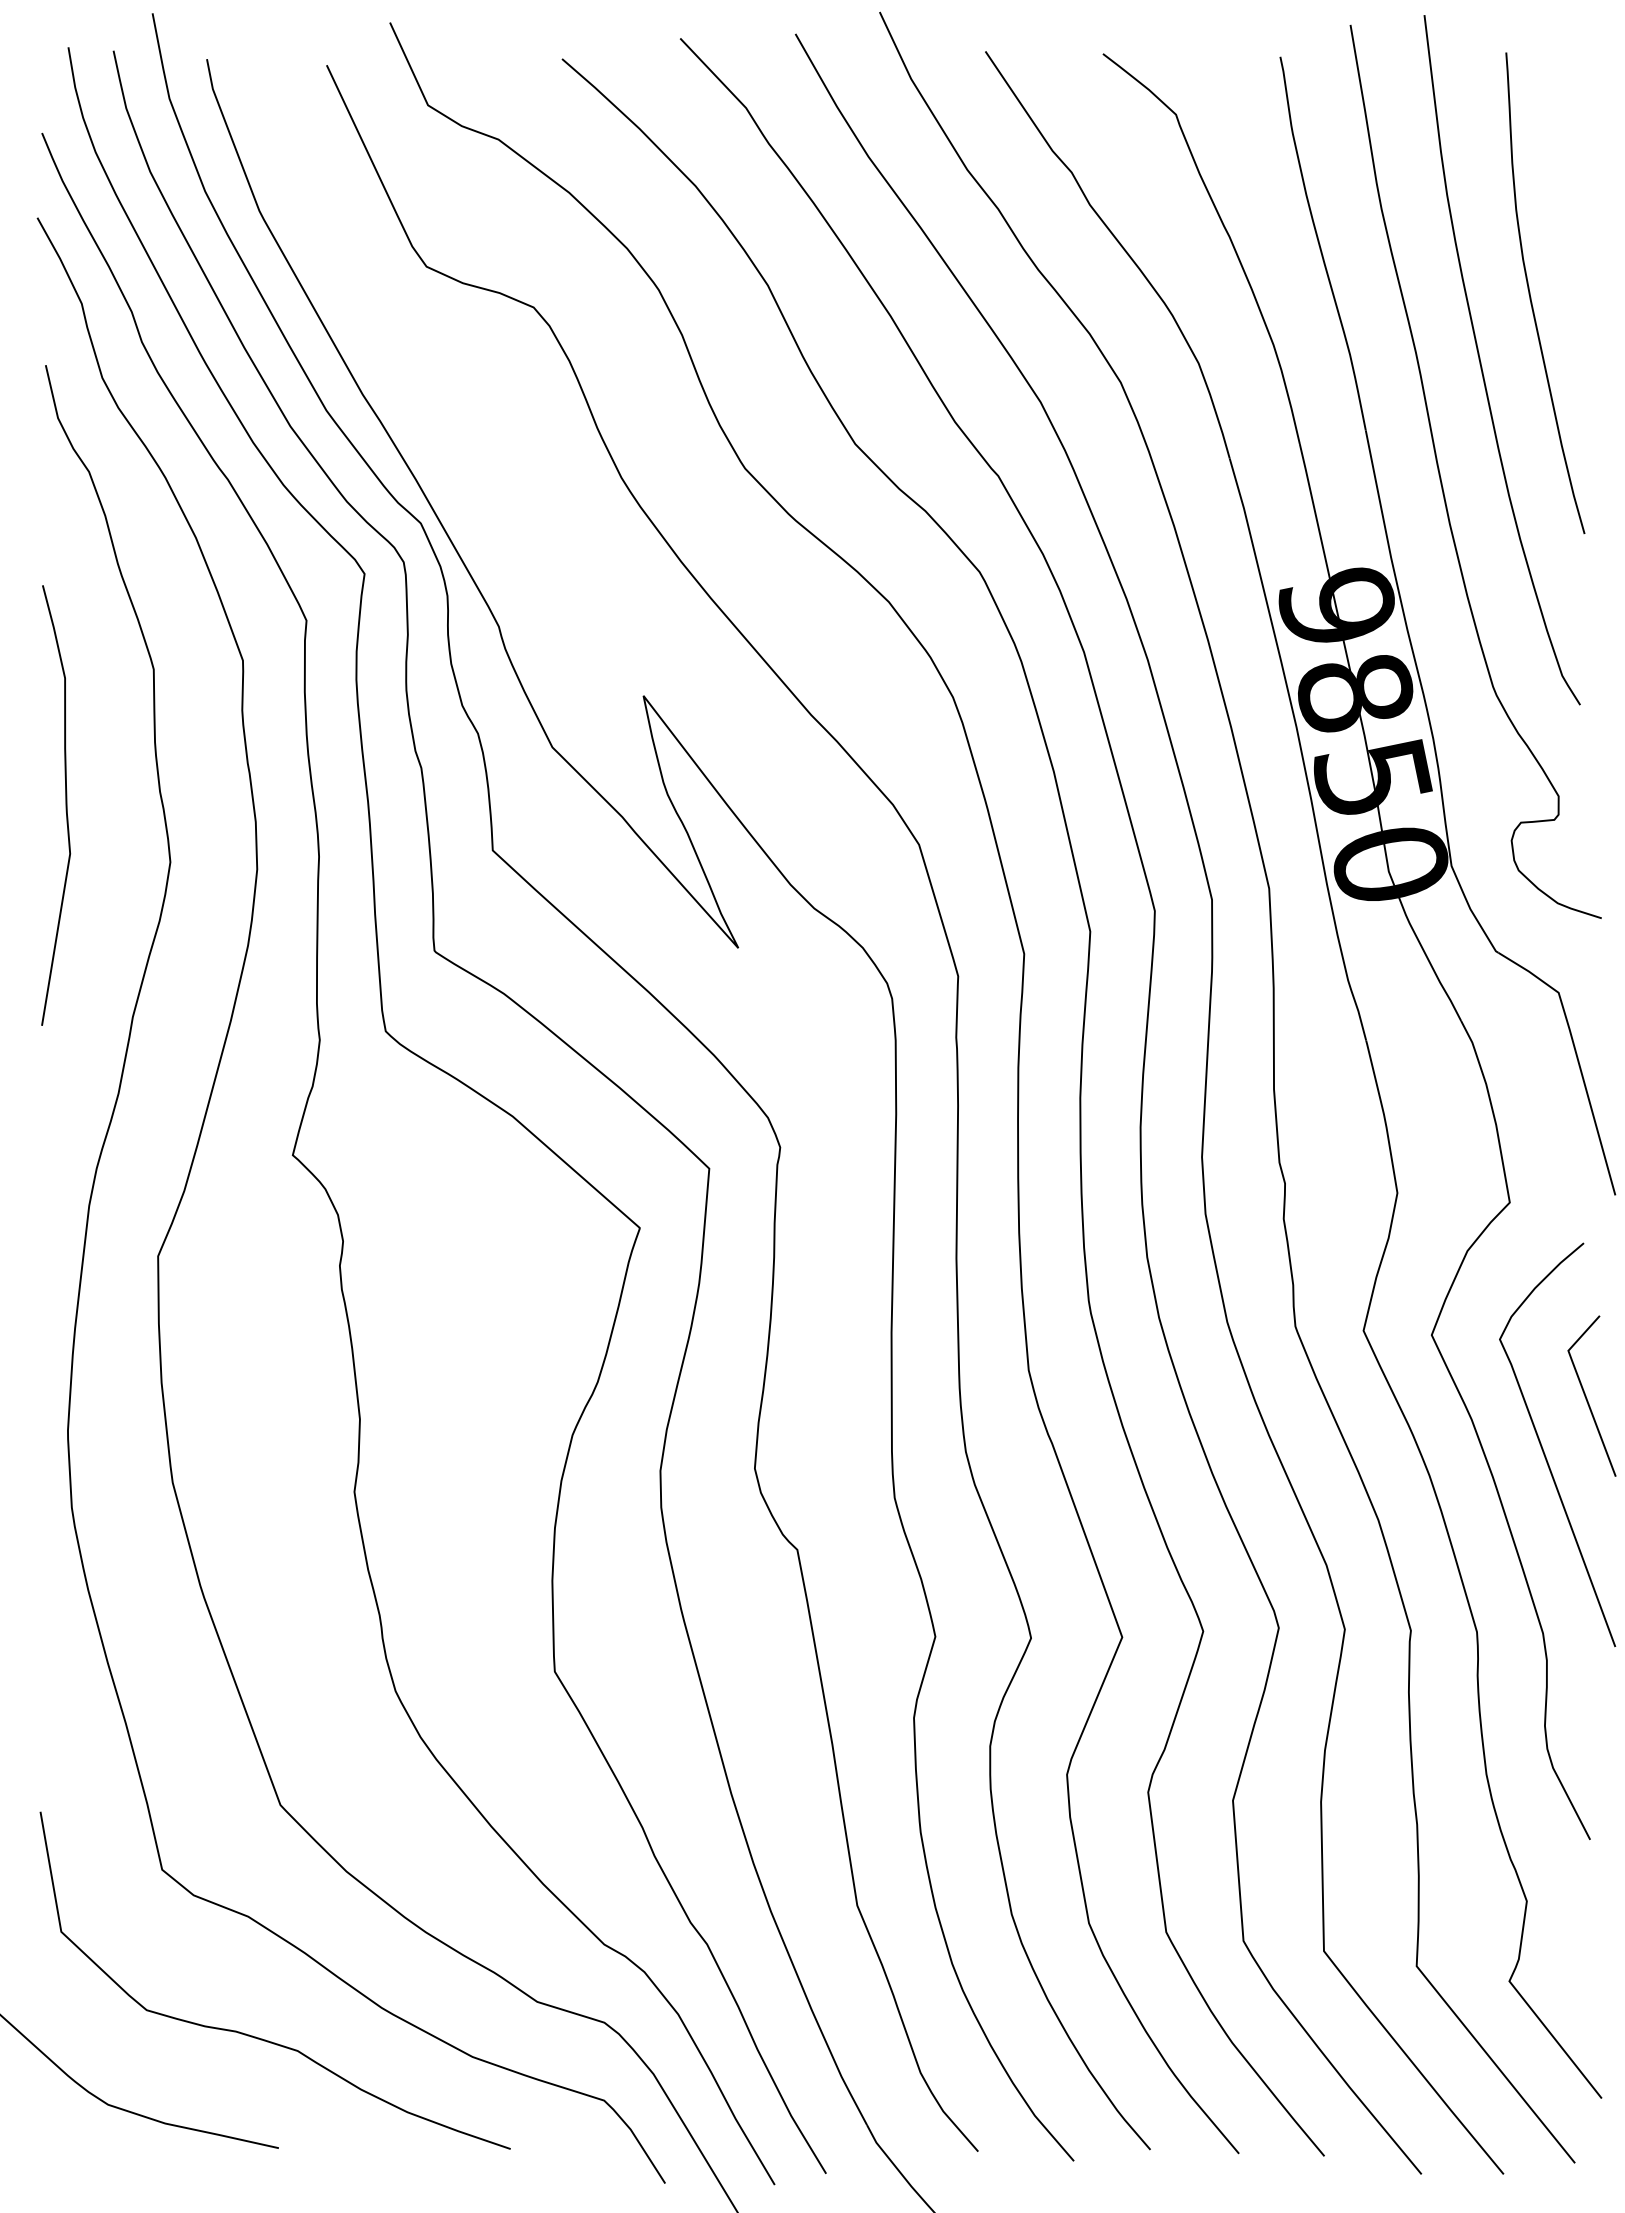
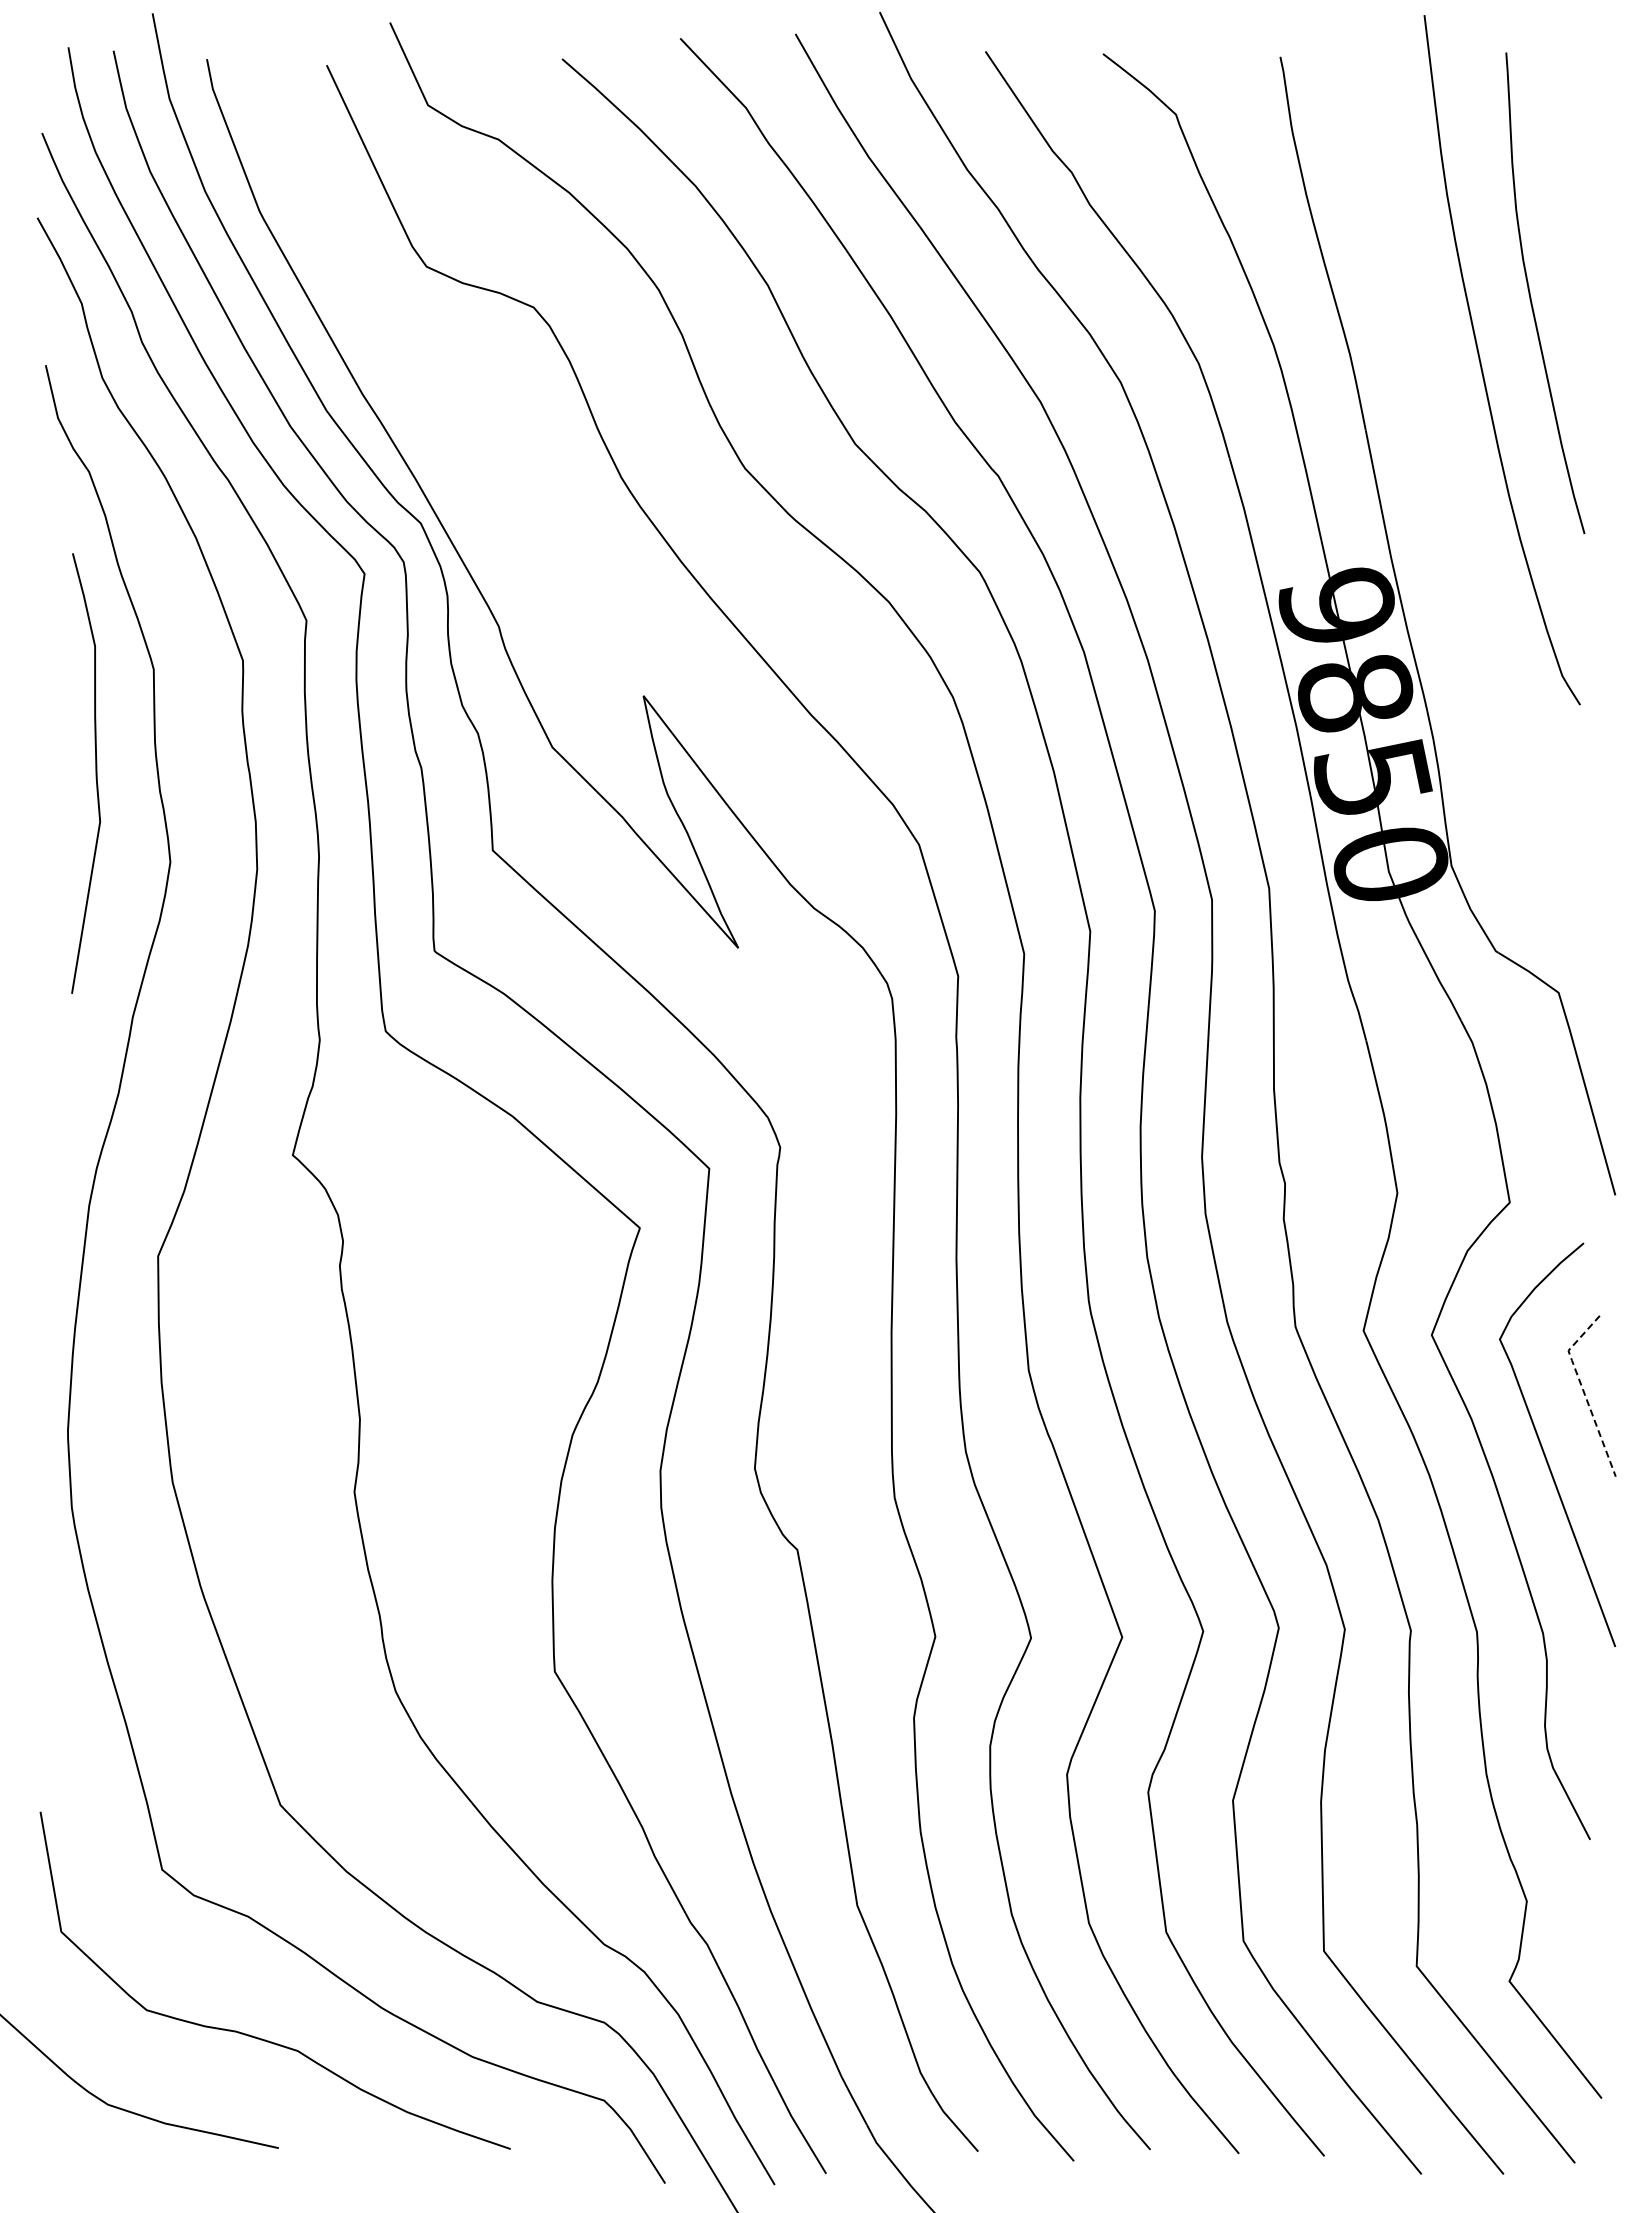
curve at (1441, 477): present -> none
curve at (65, 805) position: (65, 805) -> (95, 773)
line at (1583, 1390): solid -> dashed
